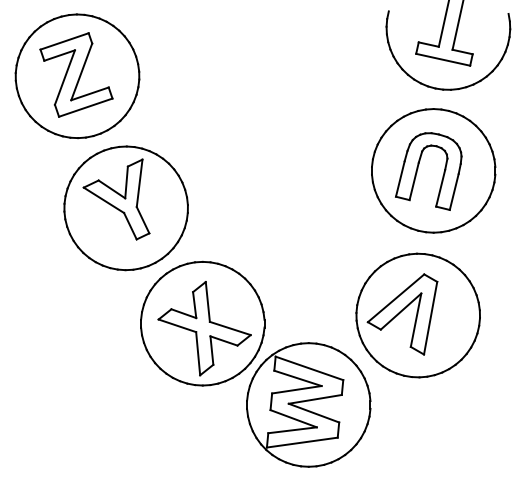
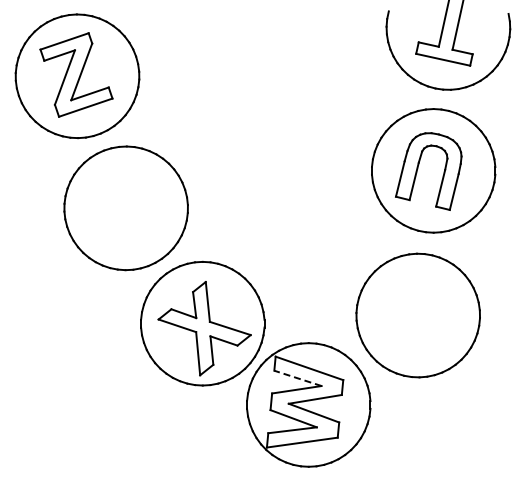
part at (116, 199): present -> none
part at (402, 314): present -> none
line at (297, 378): solid -> dashed
